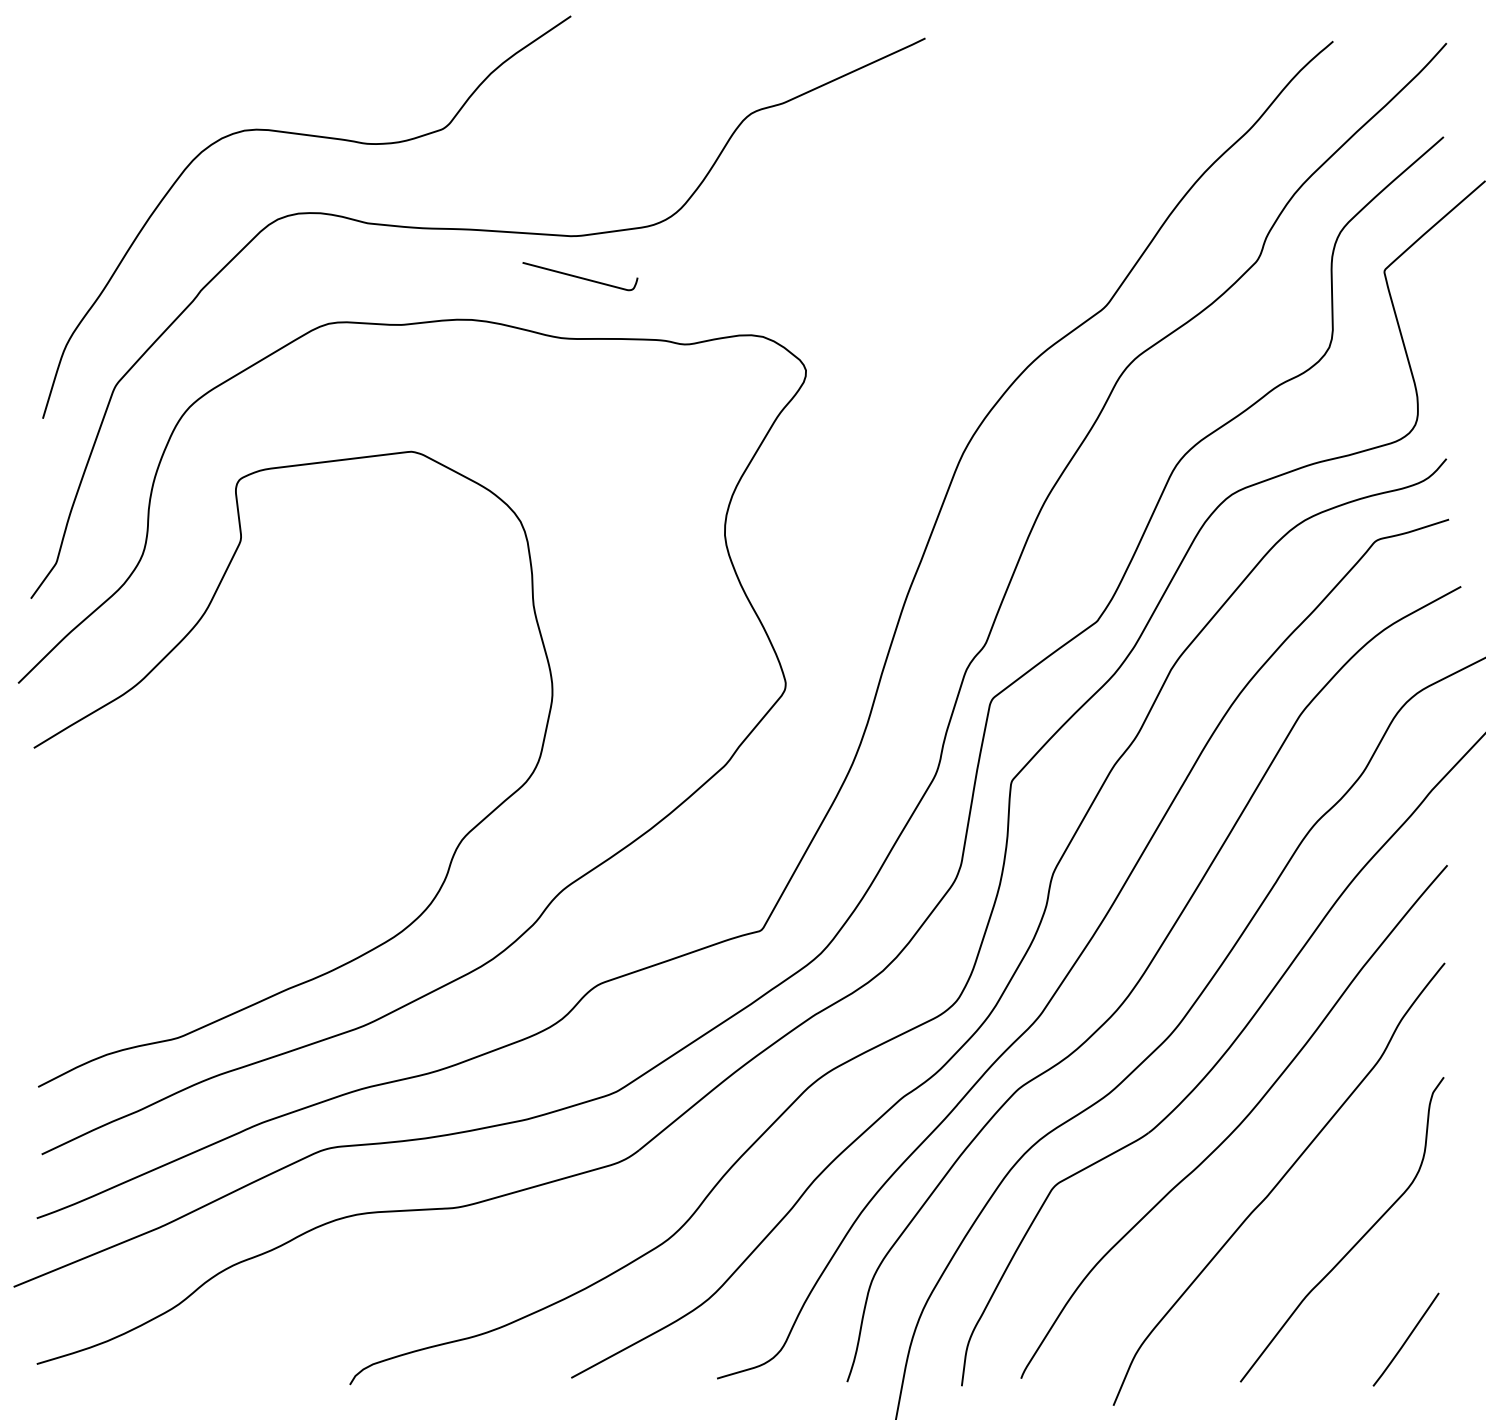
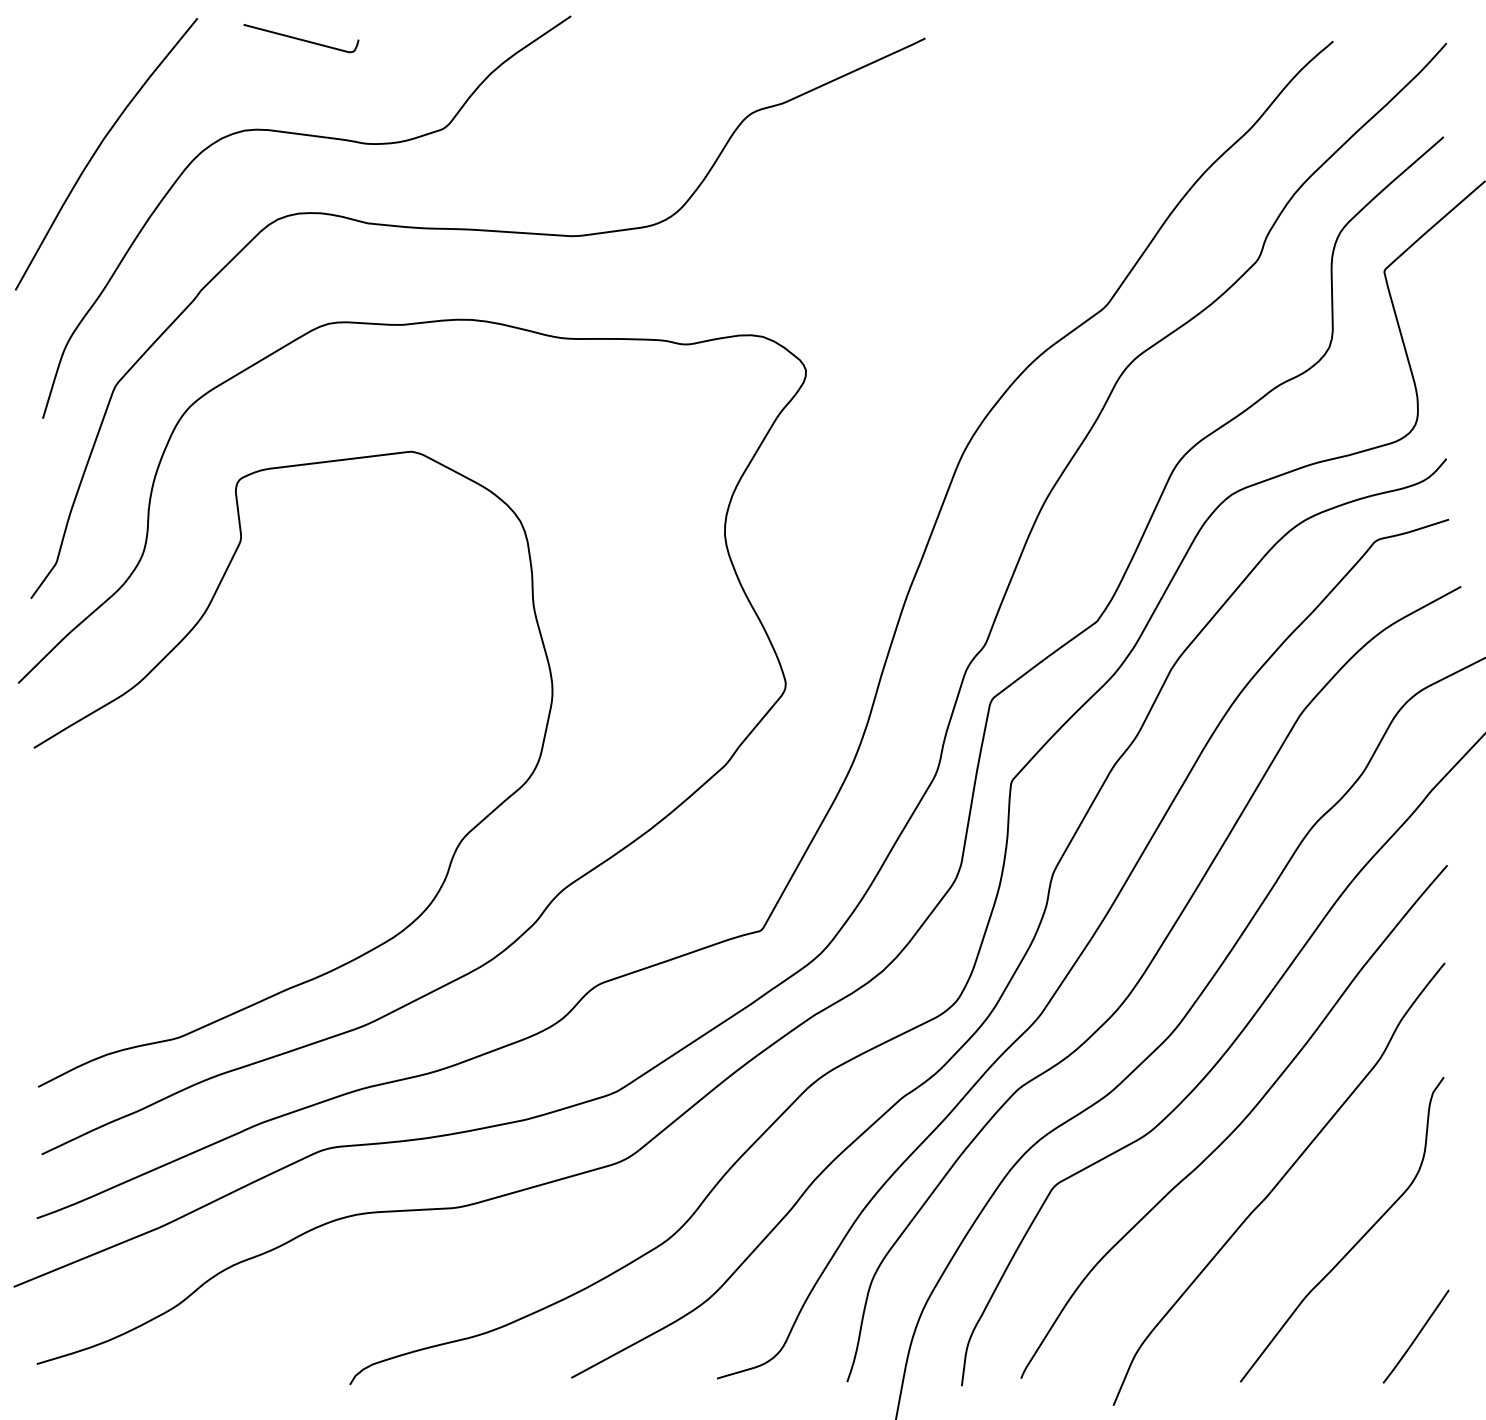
curve at (98, 149): none -> present
curve at (580, 276) position: (580, 276) -> (301, 38)
curve at (1406, 1339) position: (1406, 1339) -> (1416, 1336)
